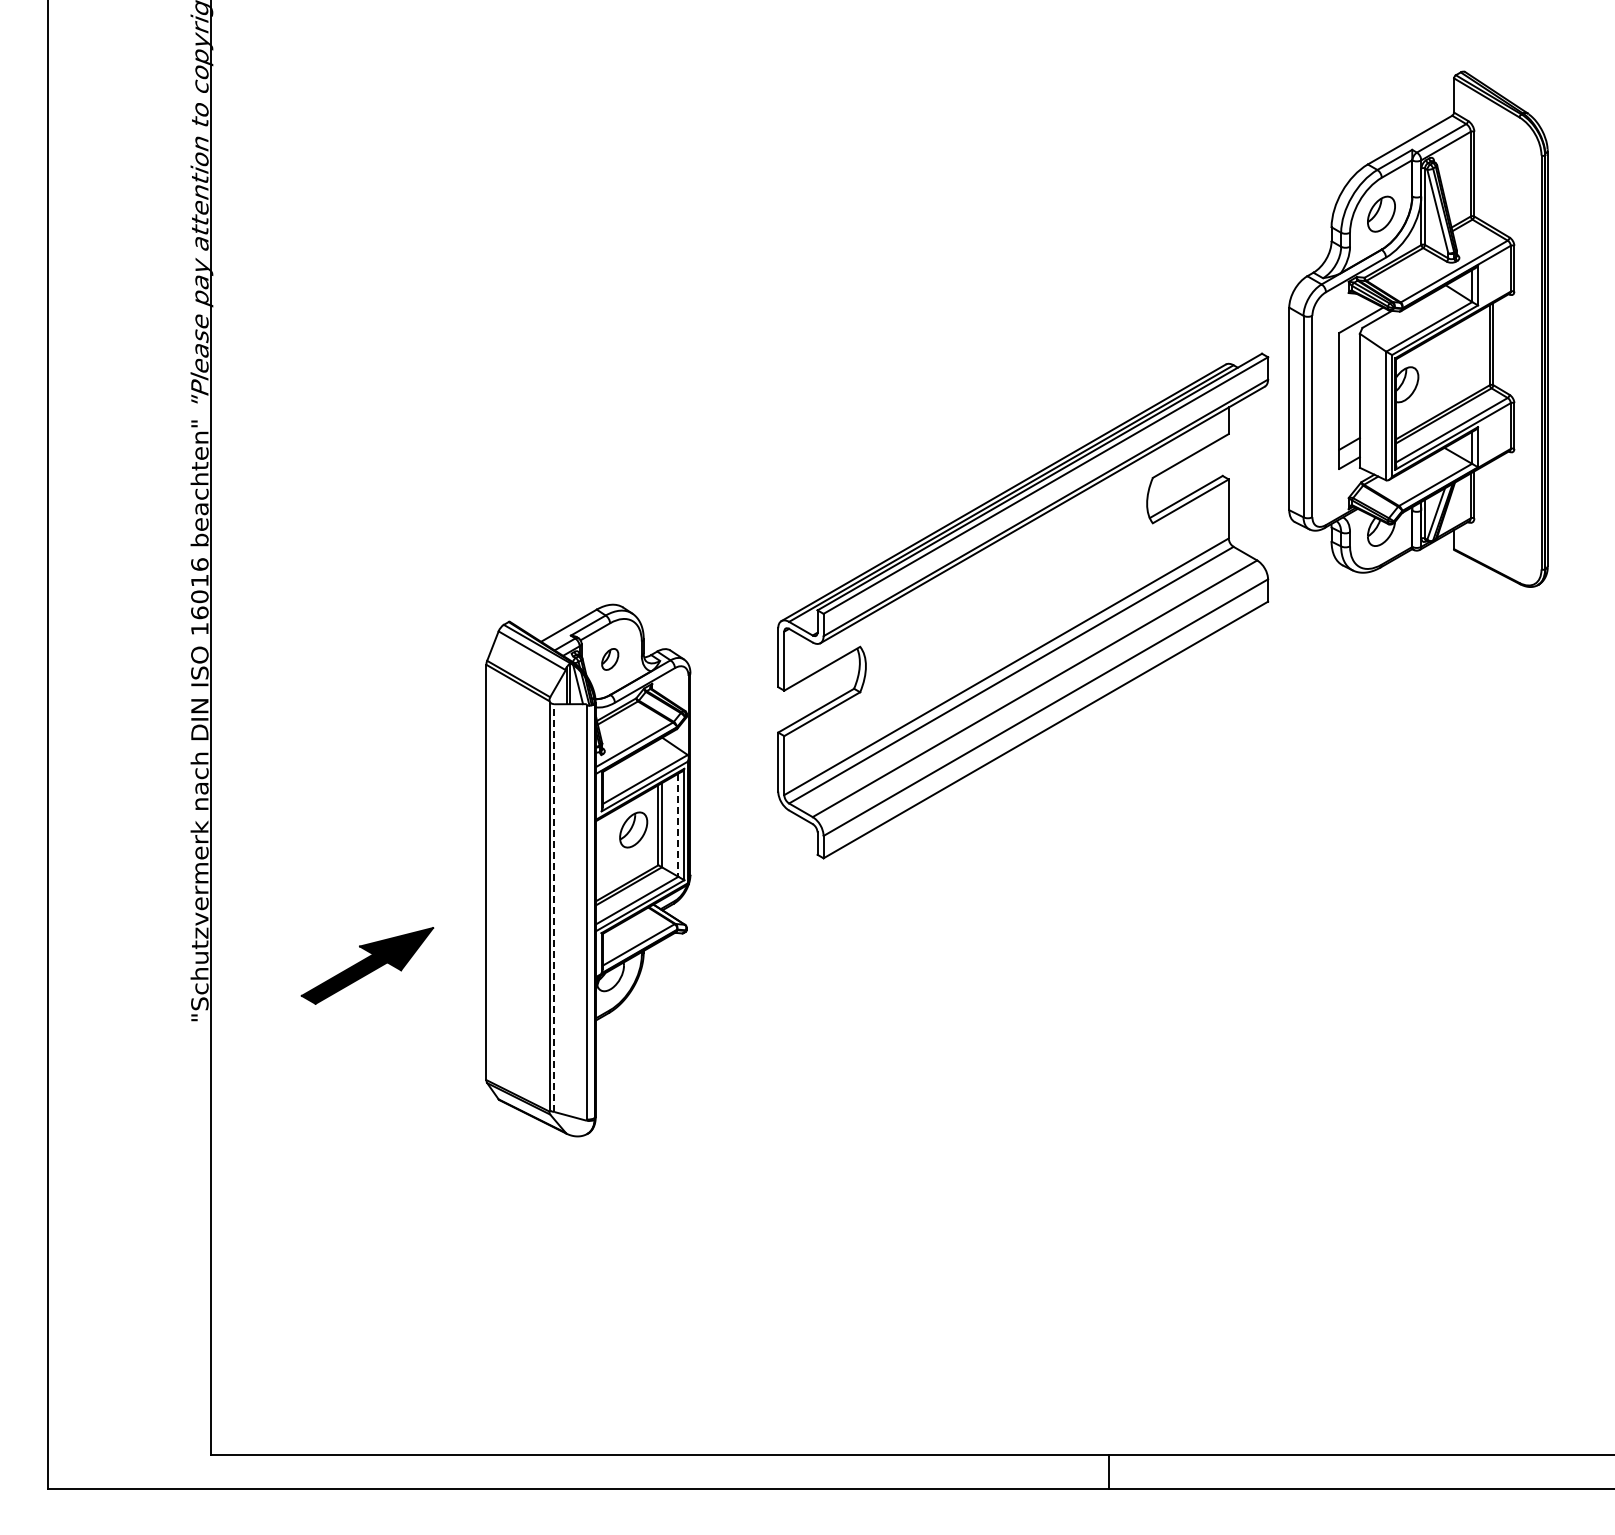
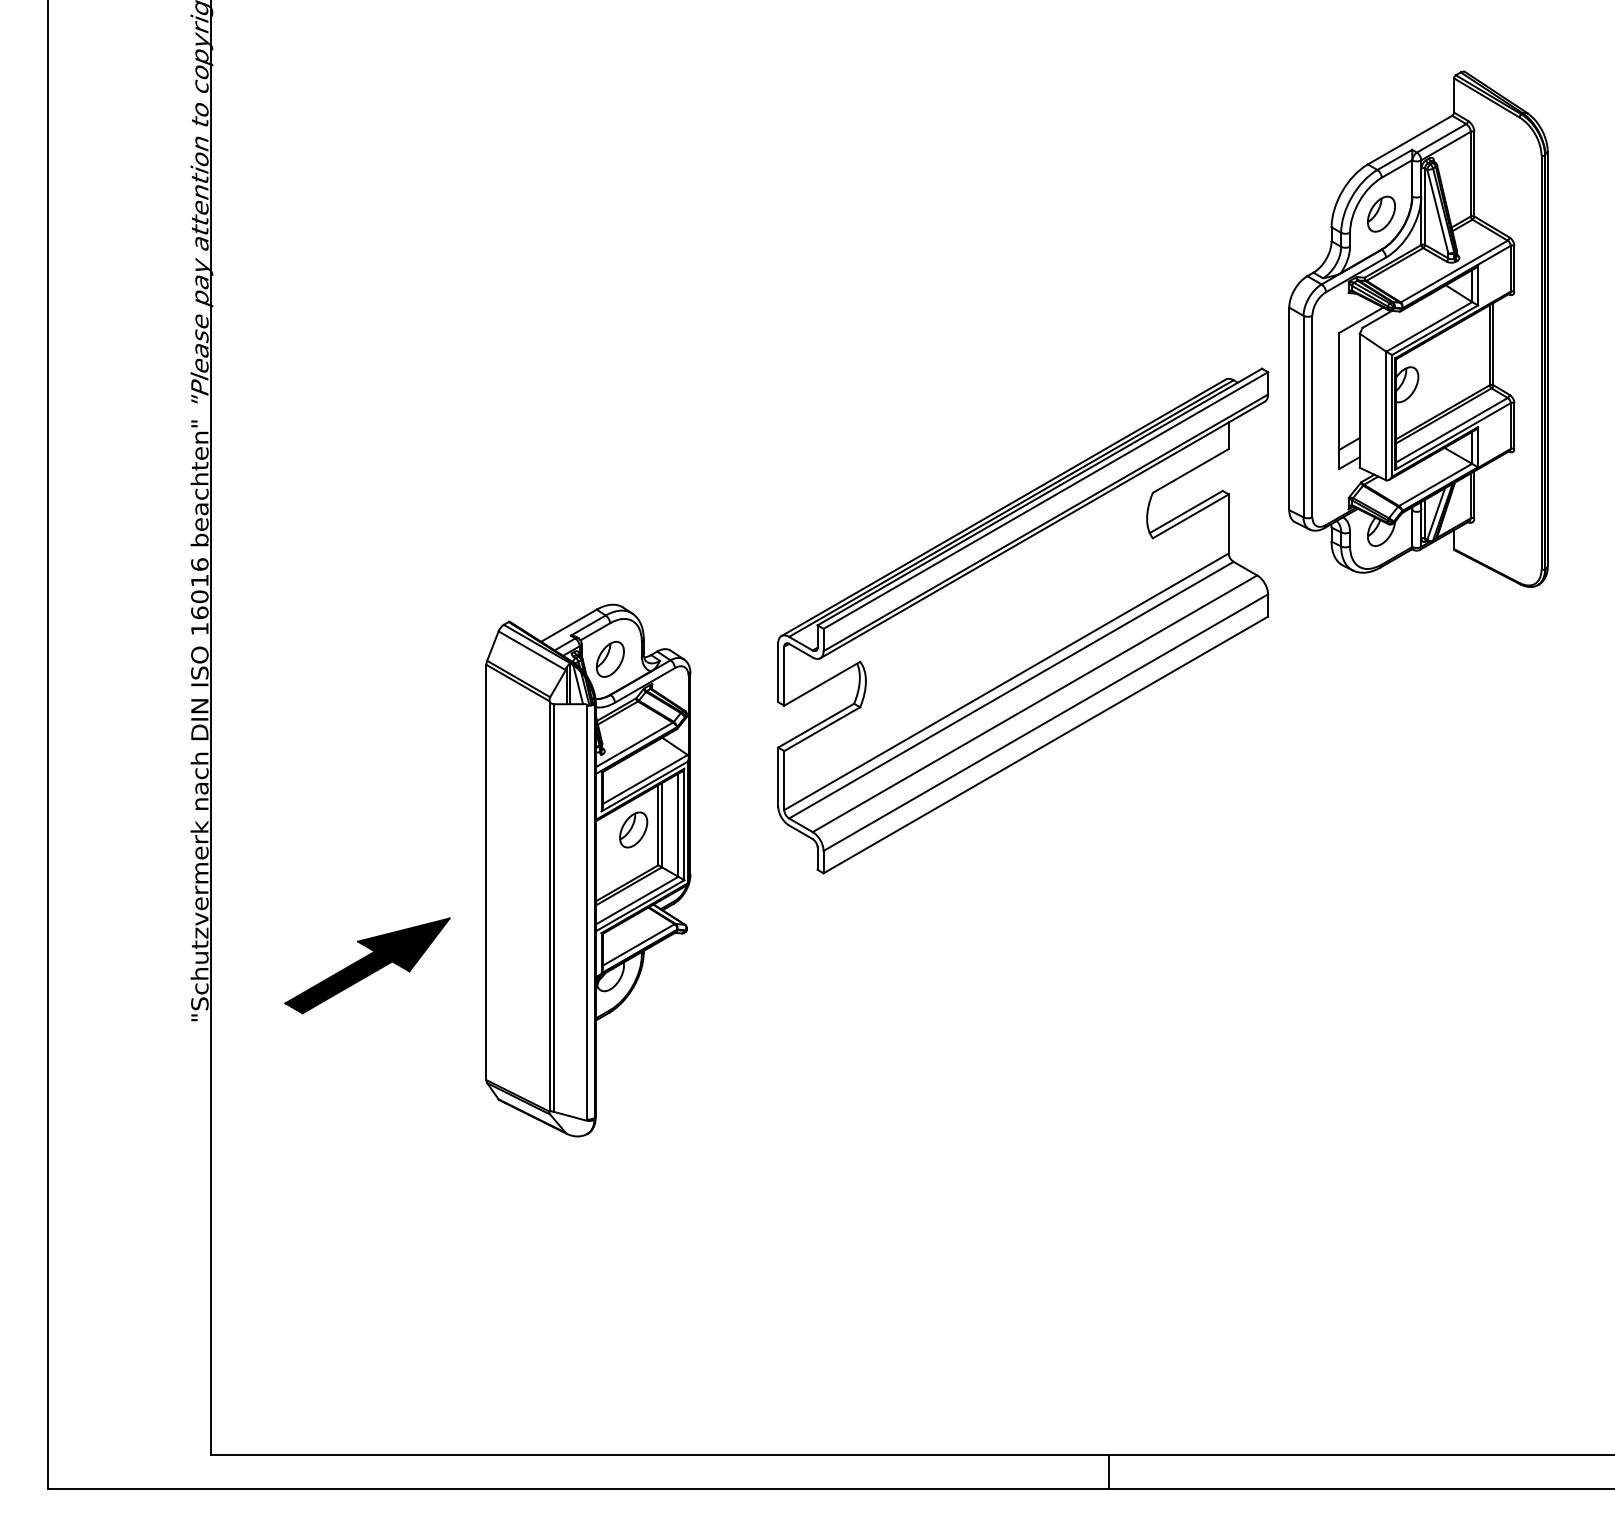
part at (1023, 605) position: (1023, 605) -> (1023, 620)
part at (610, 659) size: 19x23 px -> 30x37 px
line at (678, 825): dashed -> solid
line at (554, 908): dashed -> solid
part at (367, 965) size: 135x78 px -> 167x98 px
